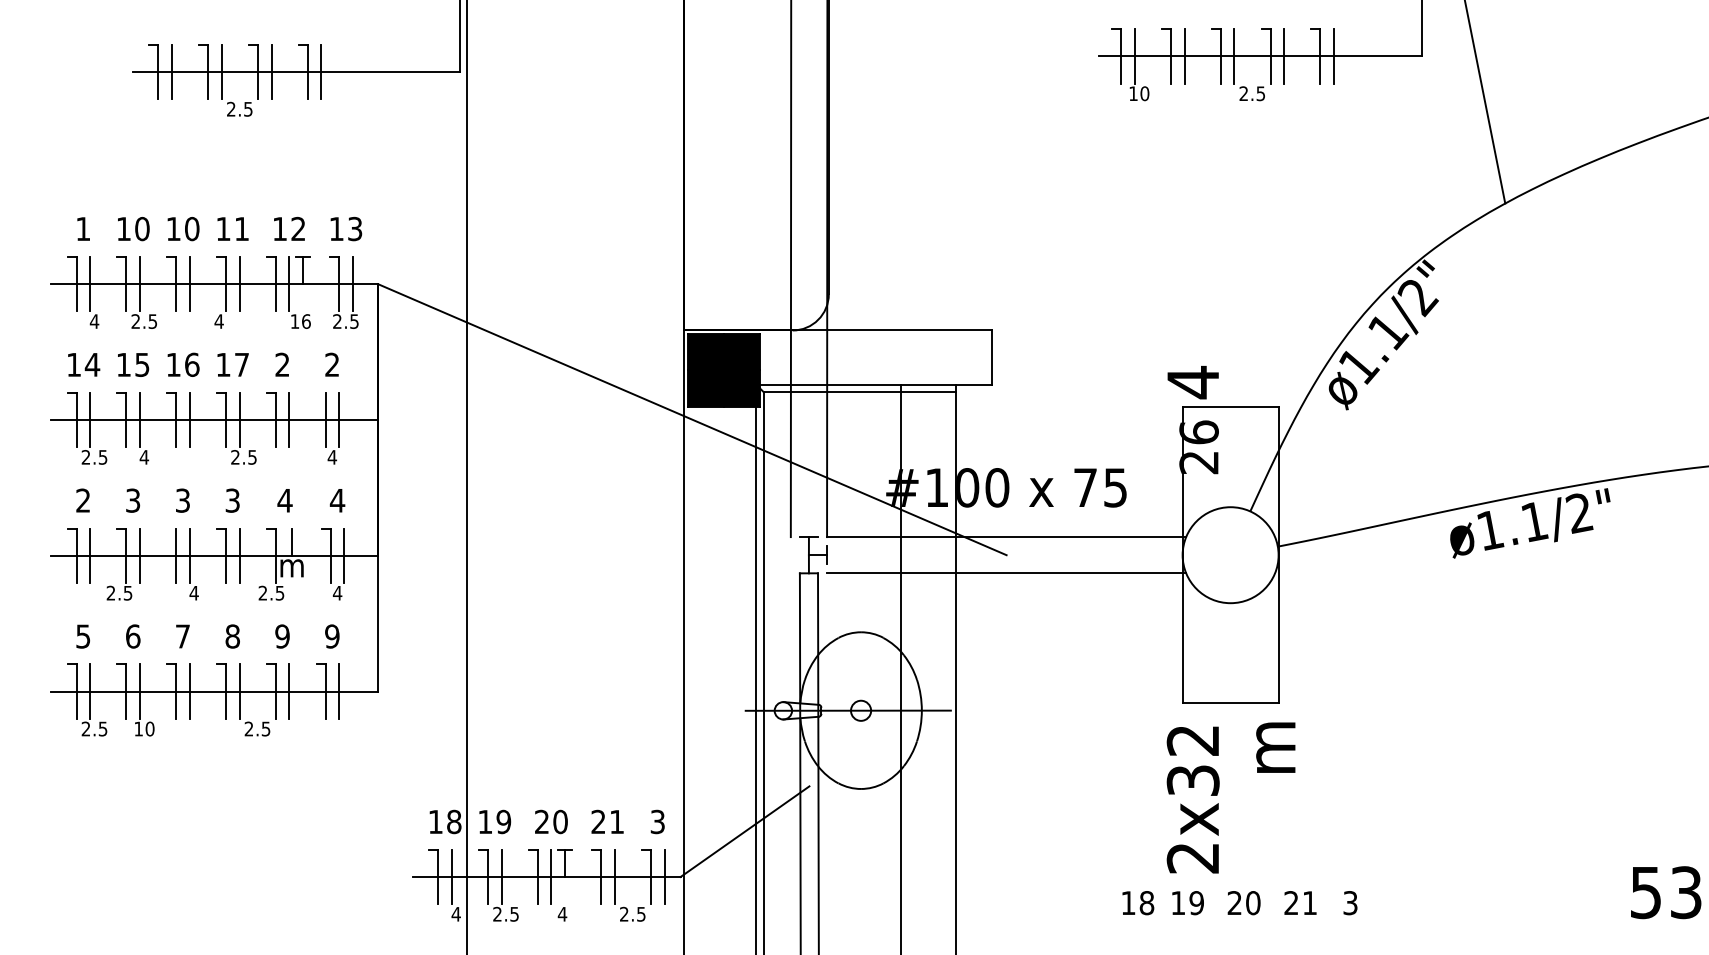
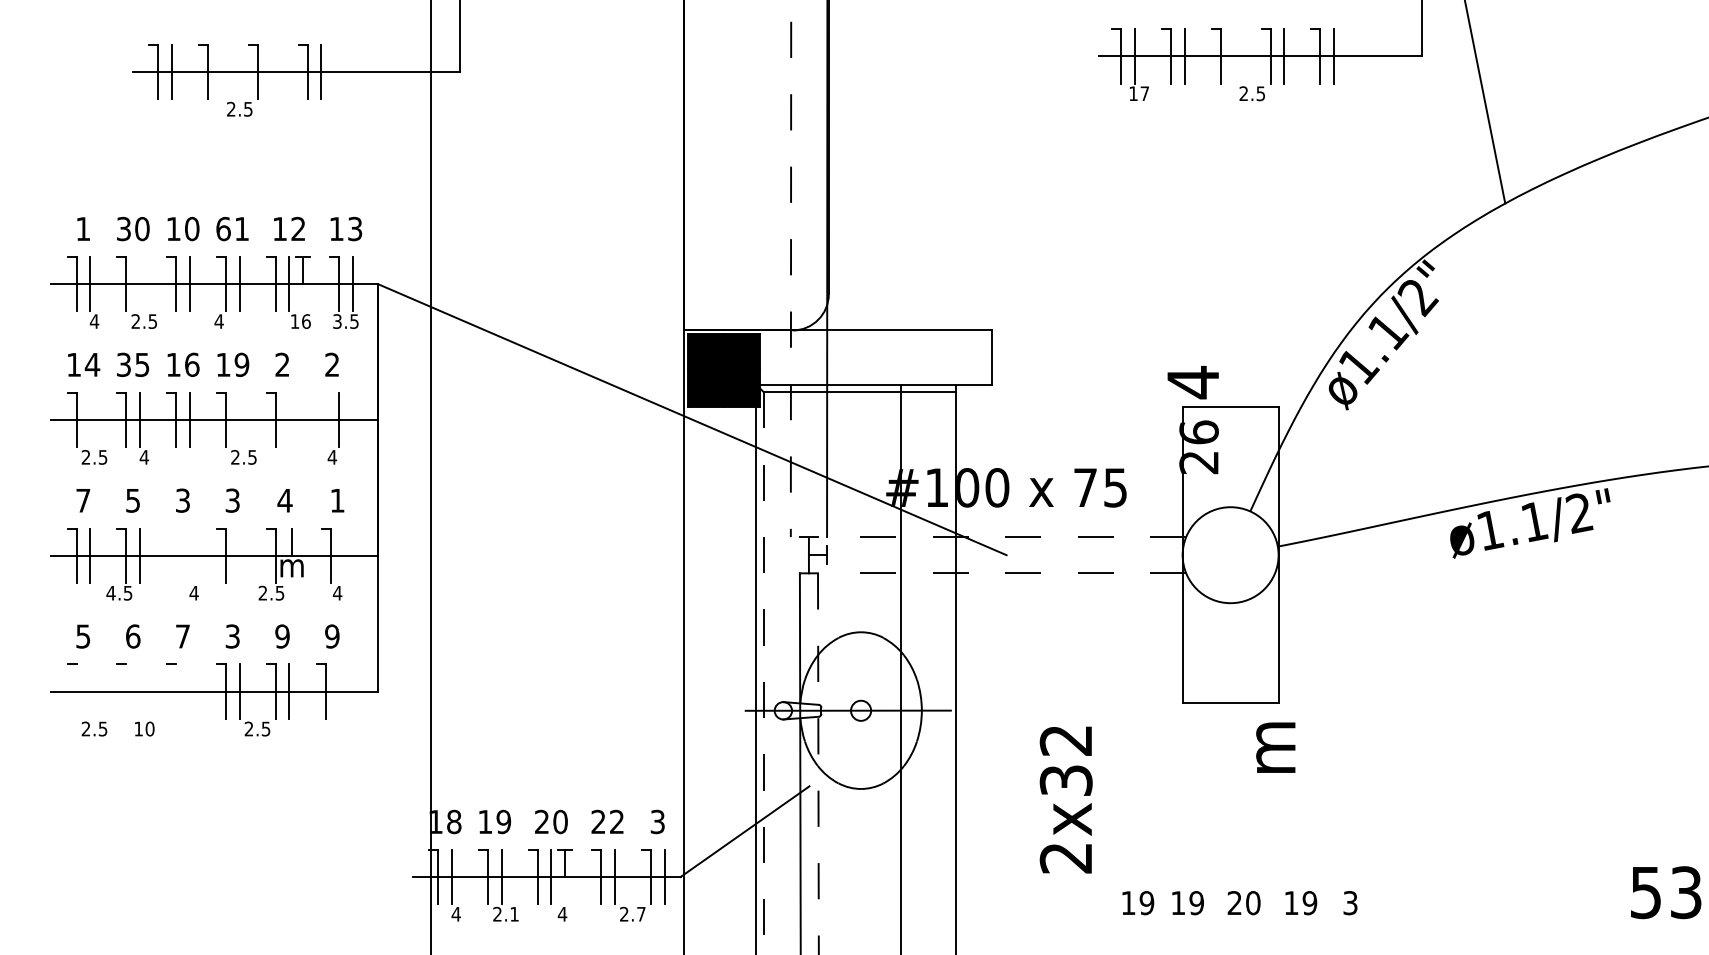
line at (1234, 56): present -> none
line at (221, 71): present -> none
line at (271, 71): present -> none
text at (1144, 93): 10 -> 17
text at (123, 228): 10 -> 30
text at (223, 228): 11 -> 61
line at (791, 269): solid -> dashed
line at (139, 284): present -> none
text at (337, 321): 2.5 -> 3.5
text at (123, 364): 15 -> 35
text at (241, 364): 17 -> 19
line at (90, 419): present -> none
line at (239, 419): present -> none
line at (289, 419): present -> none
line at (325, 419): present -> none
line at (466, 476) position: (466, 476) -> (430, 476)
text at (83, 500): 2 -> 7
text at (133, 500): 3 -> 5
text at (337, 500): 4 -> 1
line at (1006, 537): solid -> dashed
line at (176, 555): present -> none
line at (189, 555): present -> none
line at (239, 555): present -> none
line at (344, 555): present -> none
line at (1006, 573): solid -> dashed
text at (110, 592): 2.5 -> 4.5
text at (232, 636): 8 -> 3
line at (763, 673): solid -> dashed
line at (76, 691): present -> none
line at (90, 691): present -> none
line at (126, 691): present -> none
line at (139, 691): present -> none
line at (176, 691): present -> none
line at (189, 691): present -> none
line at (339, 691): present -> none
line at (818, 763): solid -> dashed
text at (1192, 799) position: (1192, 799) -> (1065, 799)
text at (616, 821): 21 -> 22
text at (1146, 903): 18 -> 19
text at (1300, 903): 21 -> 19
text at (514, 914): 2.5 -> 2.1
text at (641, 914): 2.5 -> 2.7
